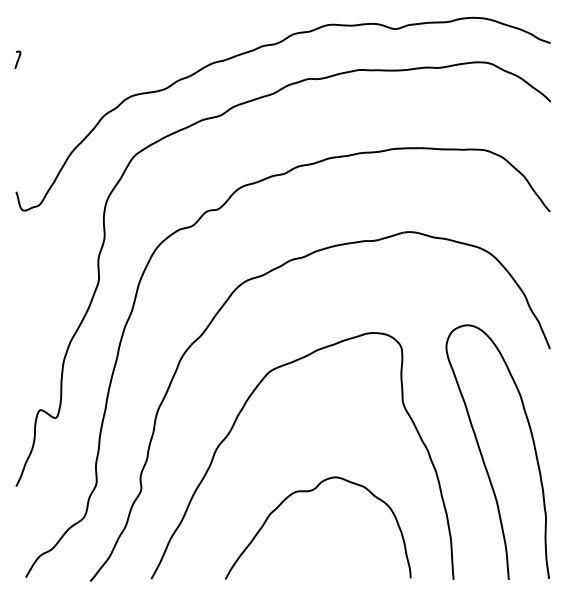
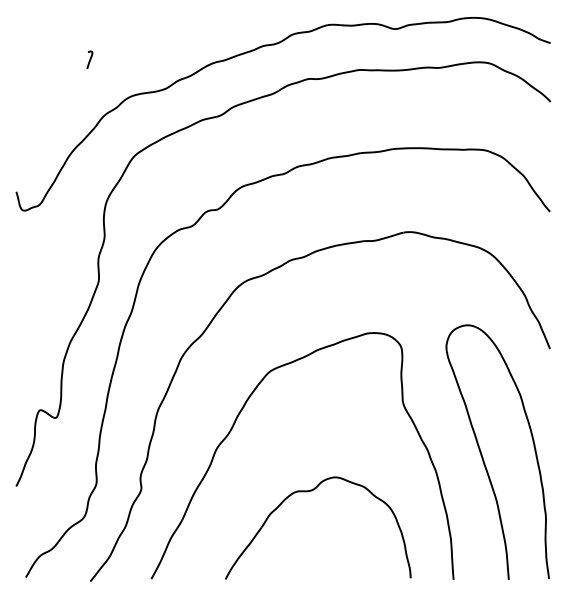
curve at (17, 59) position: (17, 59) -> (89, 59)
